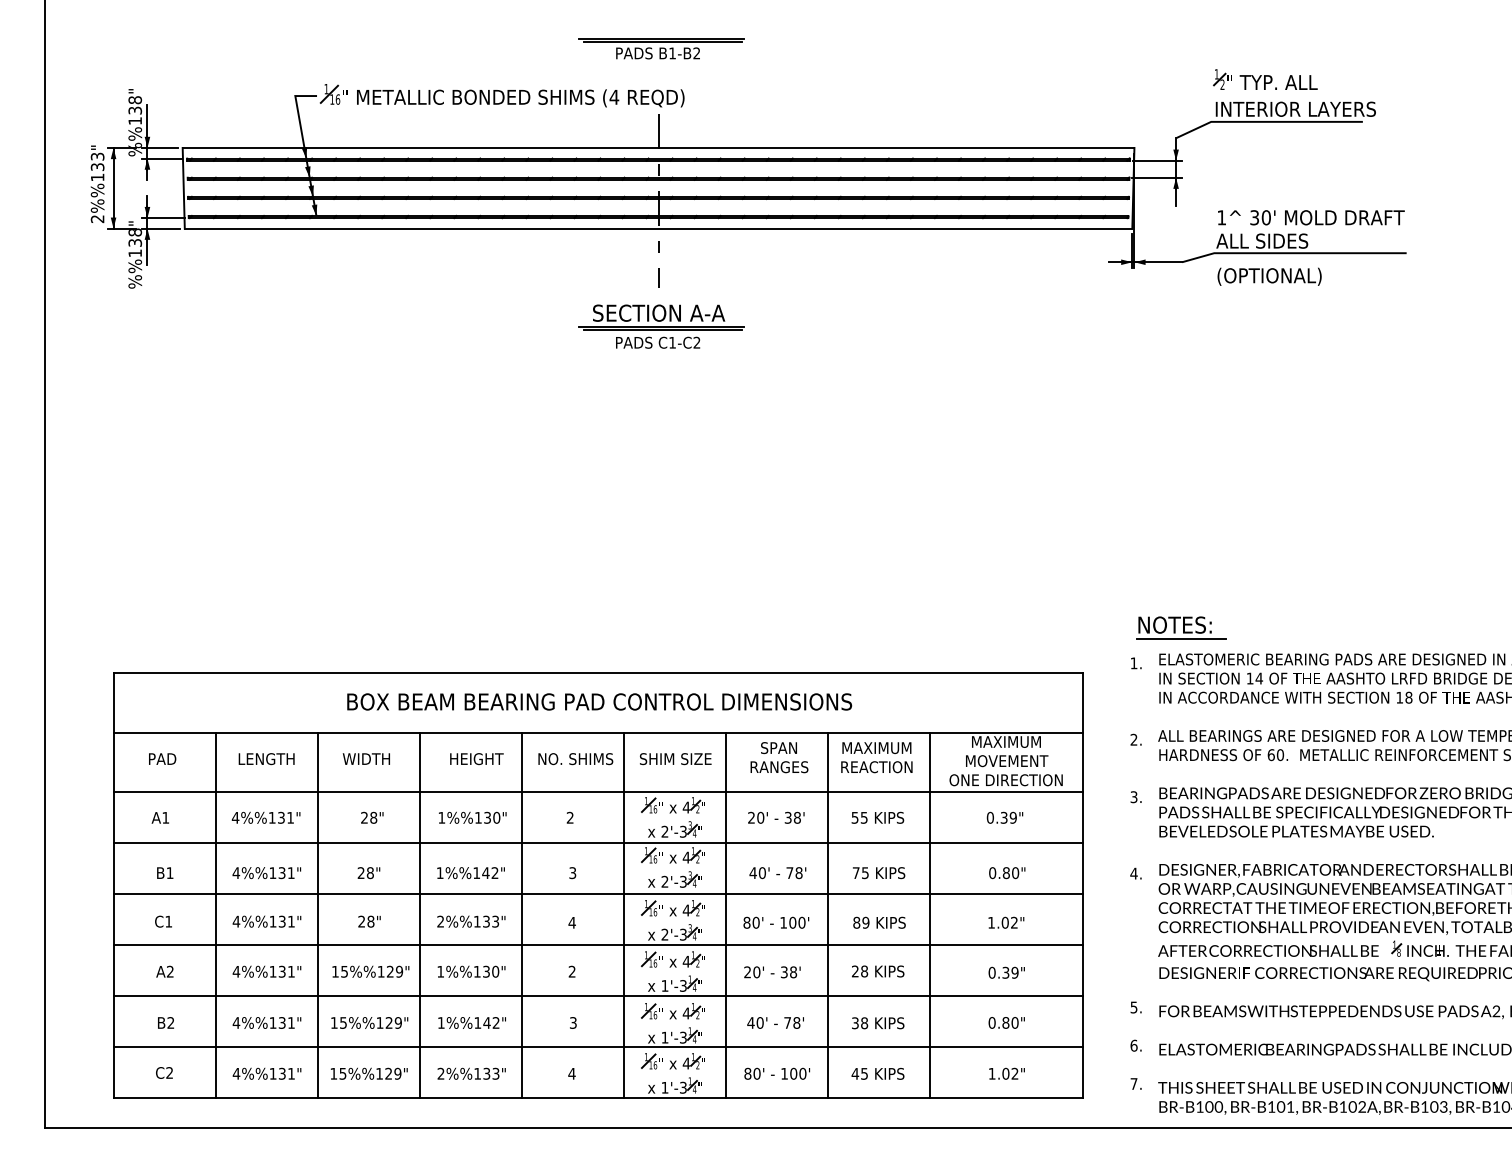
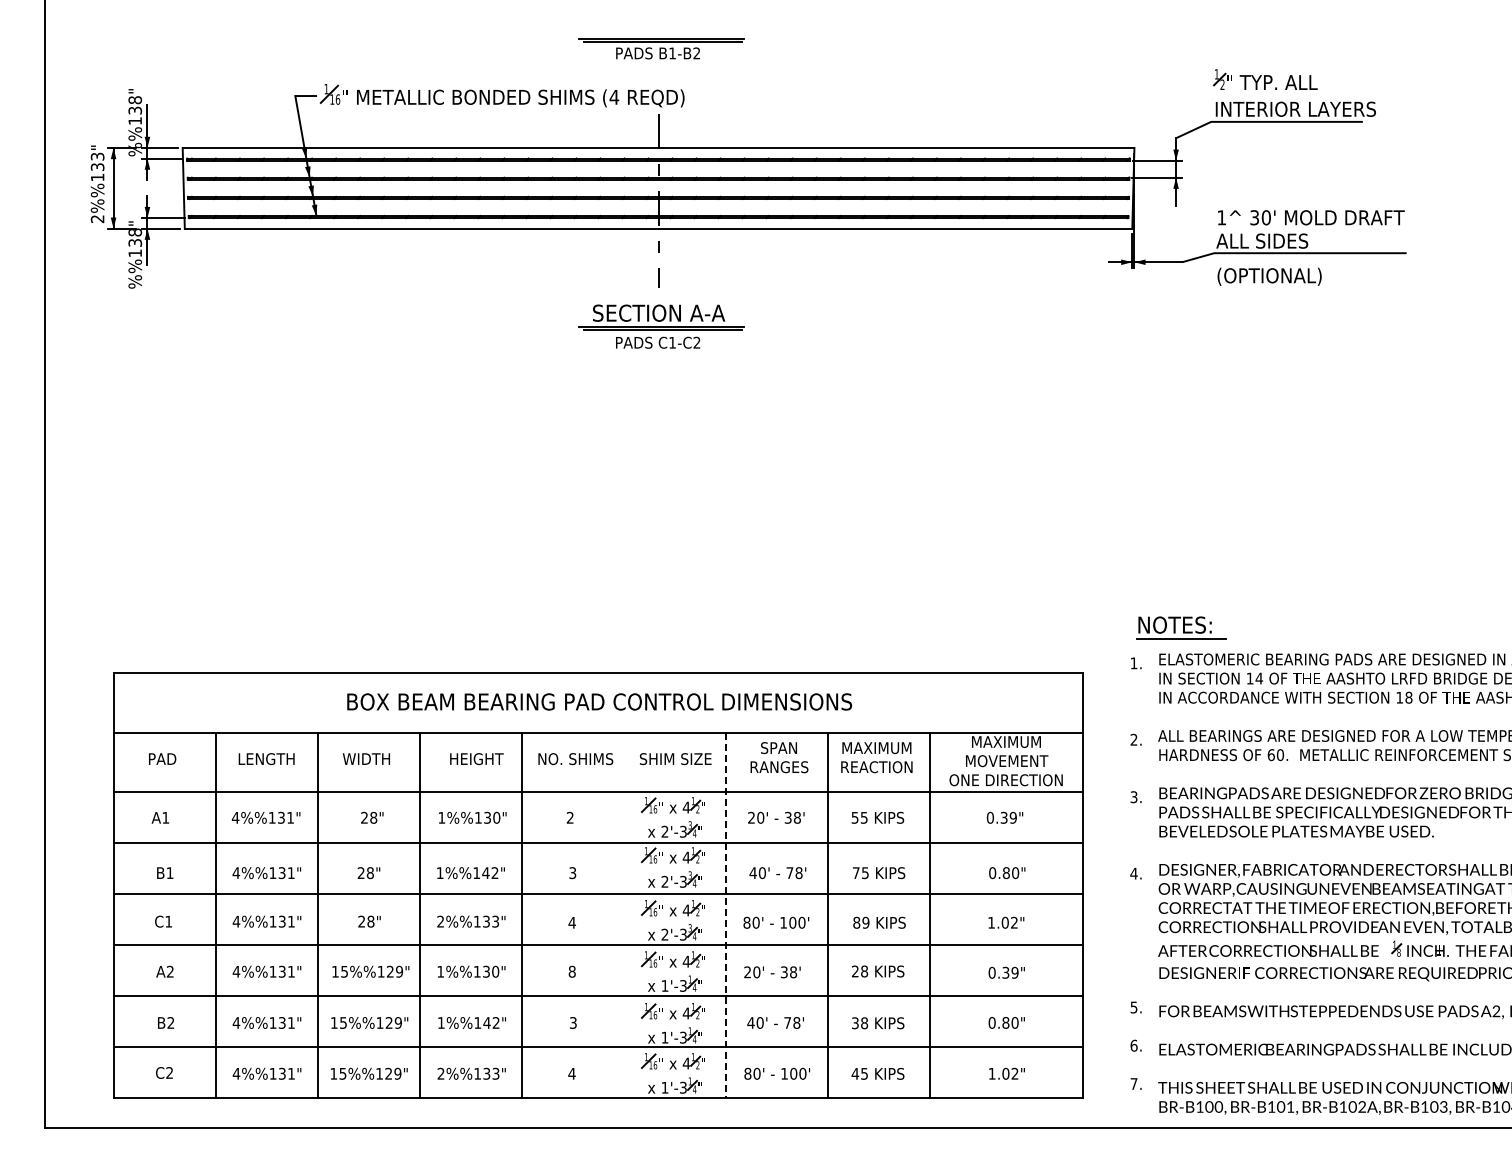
line at (624, 915): present -> none
line at (726, 915): solid -> dashed
text at (571, 971): 2 -> 8
